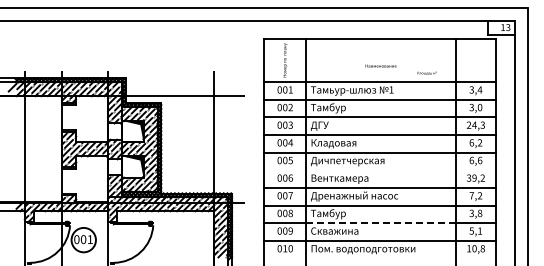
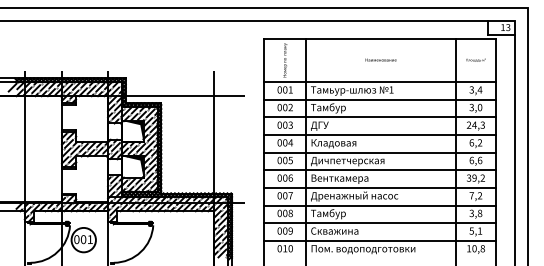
text at (380, 65) position: (380, 65) -> (380, 59)
text at (426, 72) position: (426, 72) -> (475, 59)
line at (380, 170): none -> present
line at (380, 223): dashed -> solid
